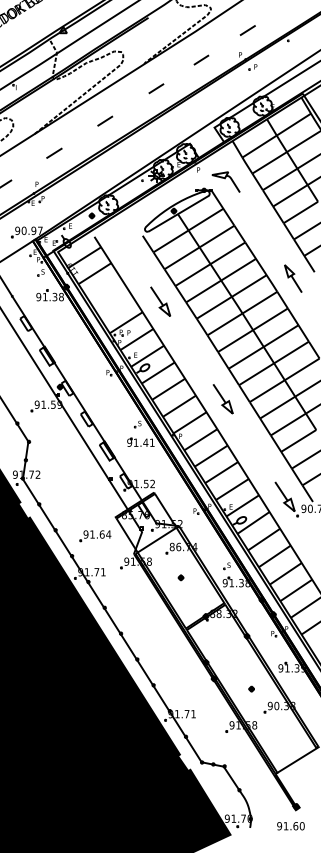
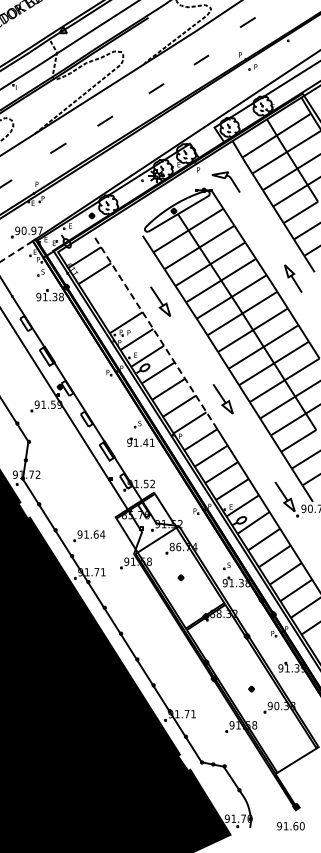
line at (247, 30) position: (247, 30) -> (247, 22)
line at (54, 152) position: (54, 152) -> (58, 147)
line at (16, 251): solid -> dashed
line at (155, 332): solid -> dashed
part at (95, 536) position: (95, 536) -> (89, 536)
